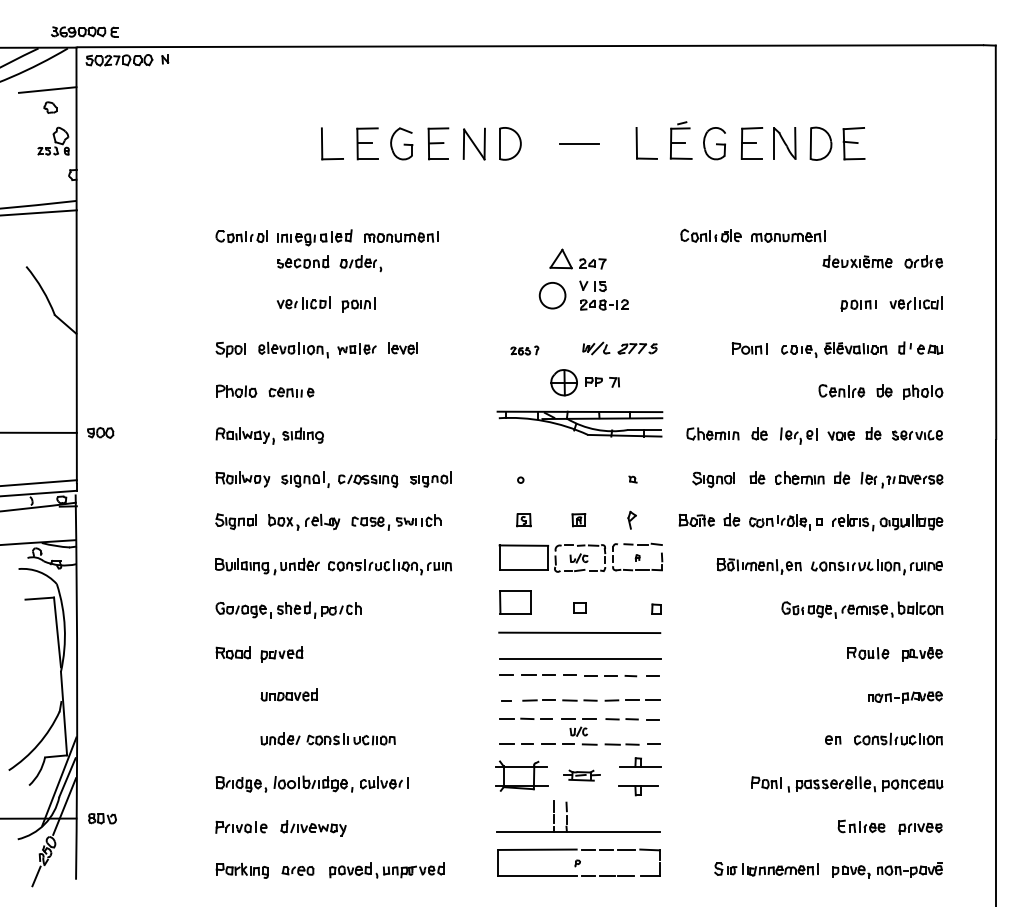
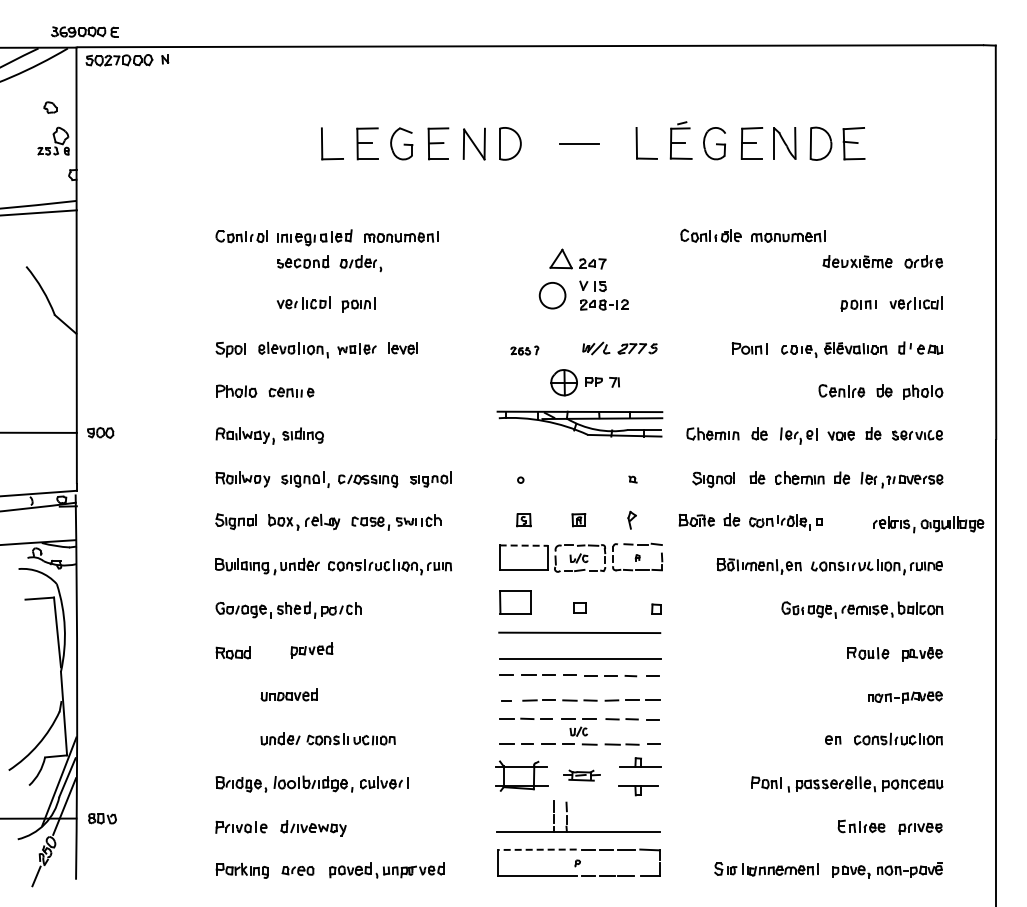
line at (47, 89): present -> none
line at (39, 482): present -> none
part at (887, 522) position: (887, 522) -> (928, 524)
line at (524, 545): solid -> dashed
part at (281, 654) position: (281, 654) -> (311, 650)
line at (537, 849): solid -> dashed
